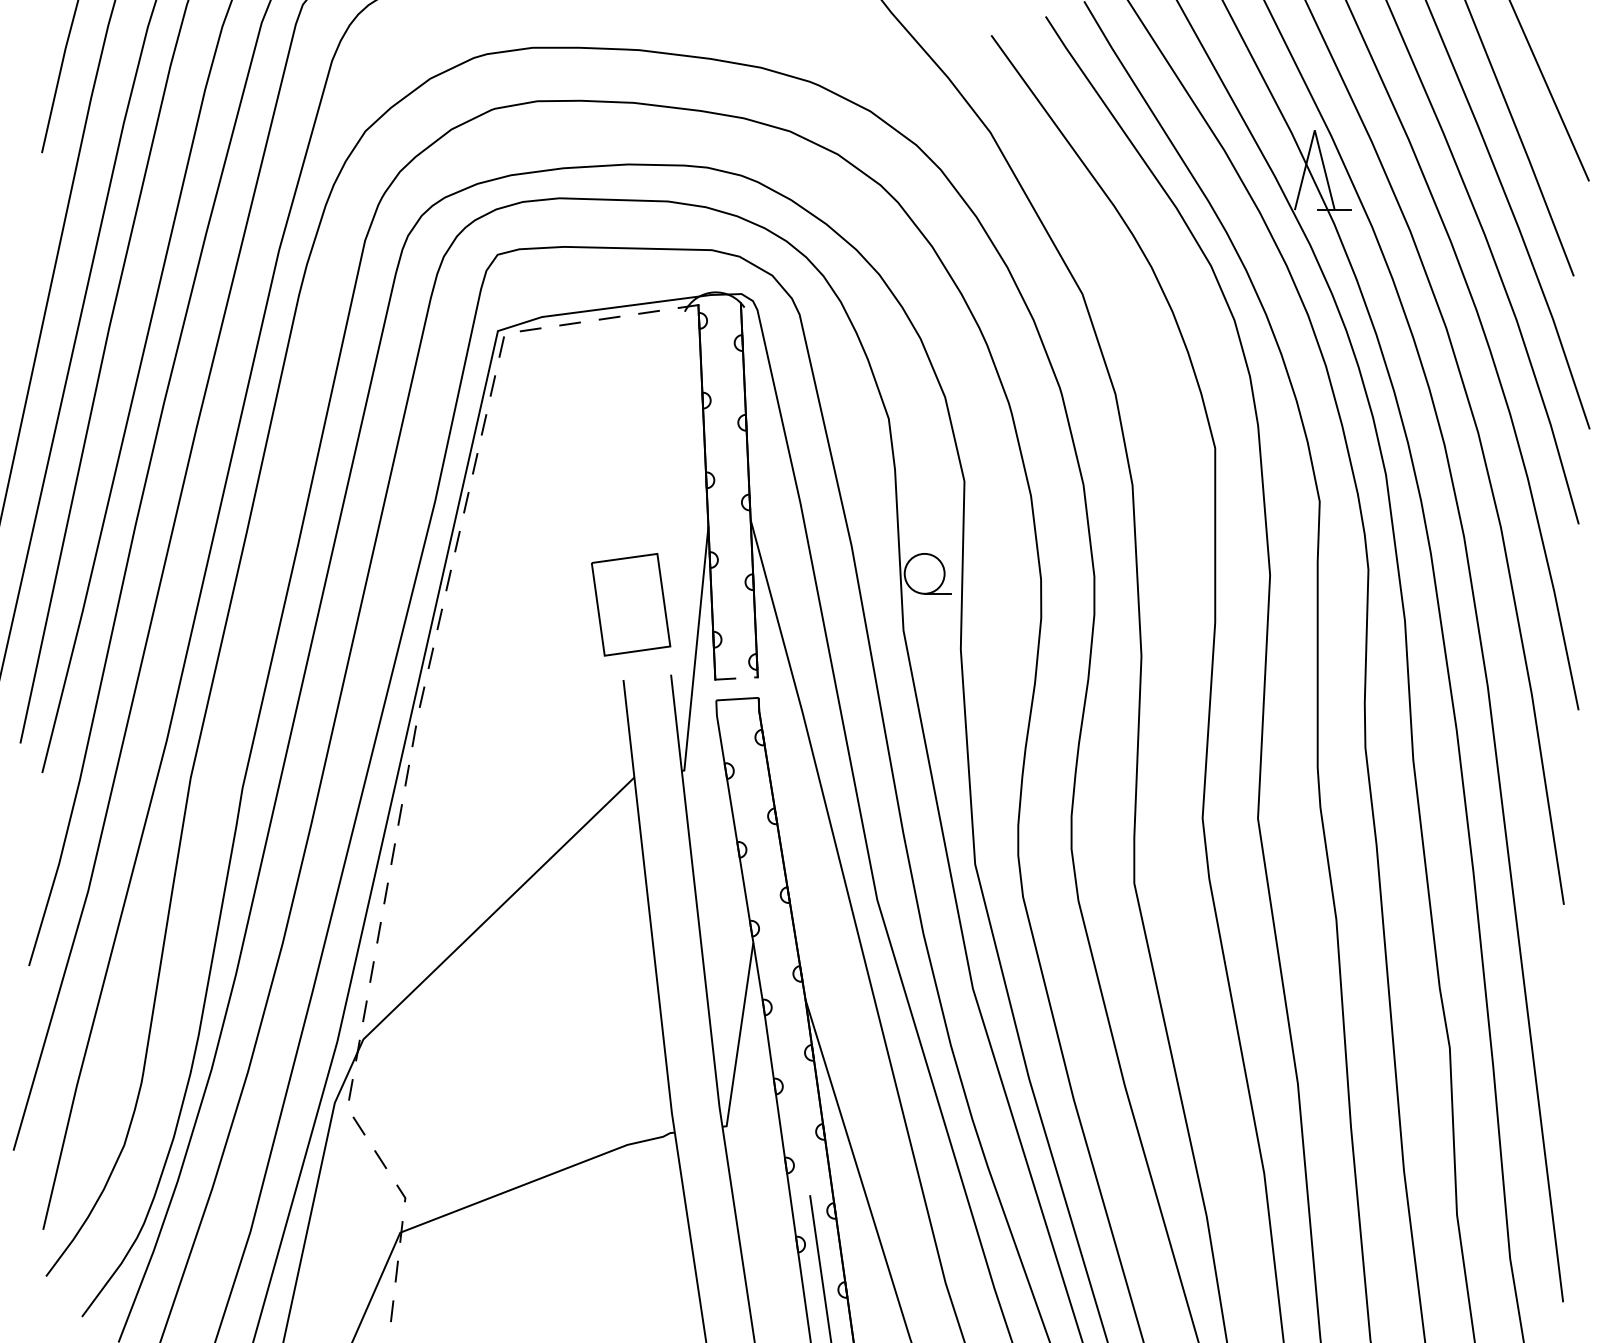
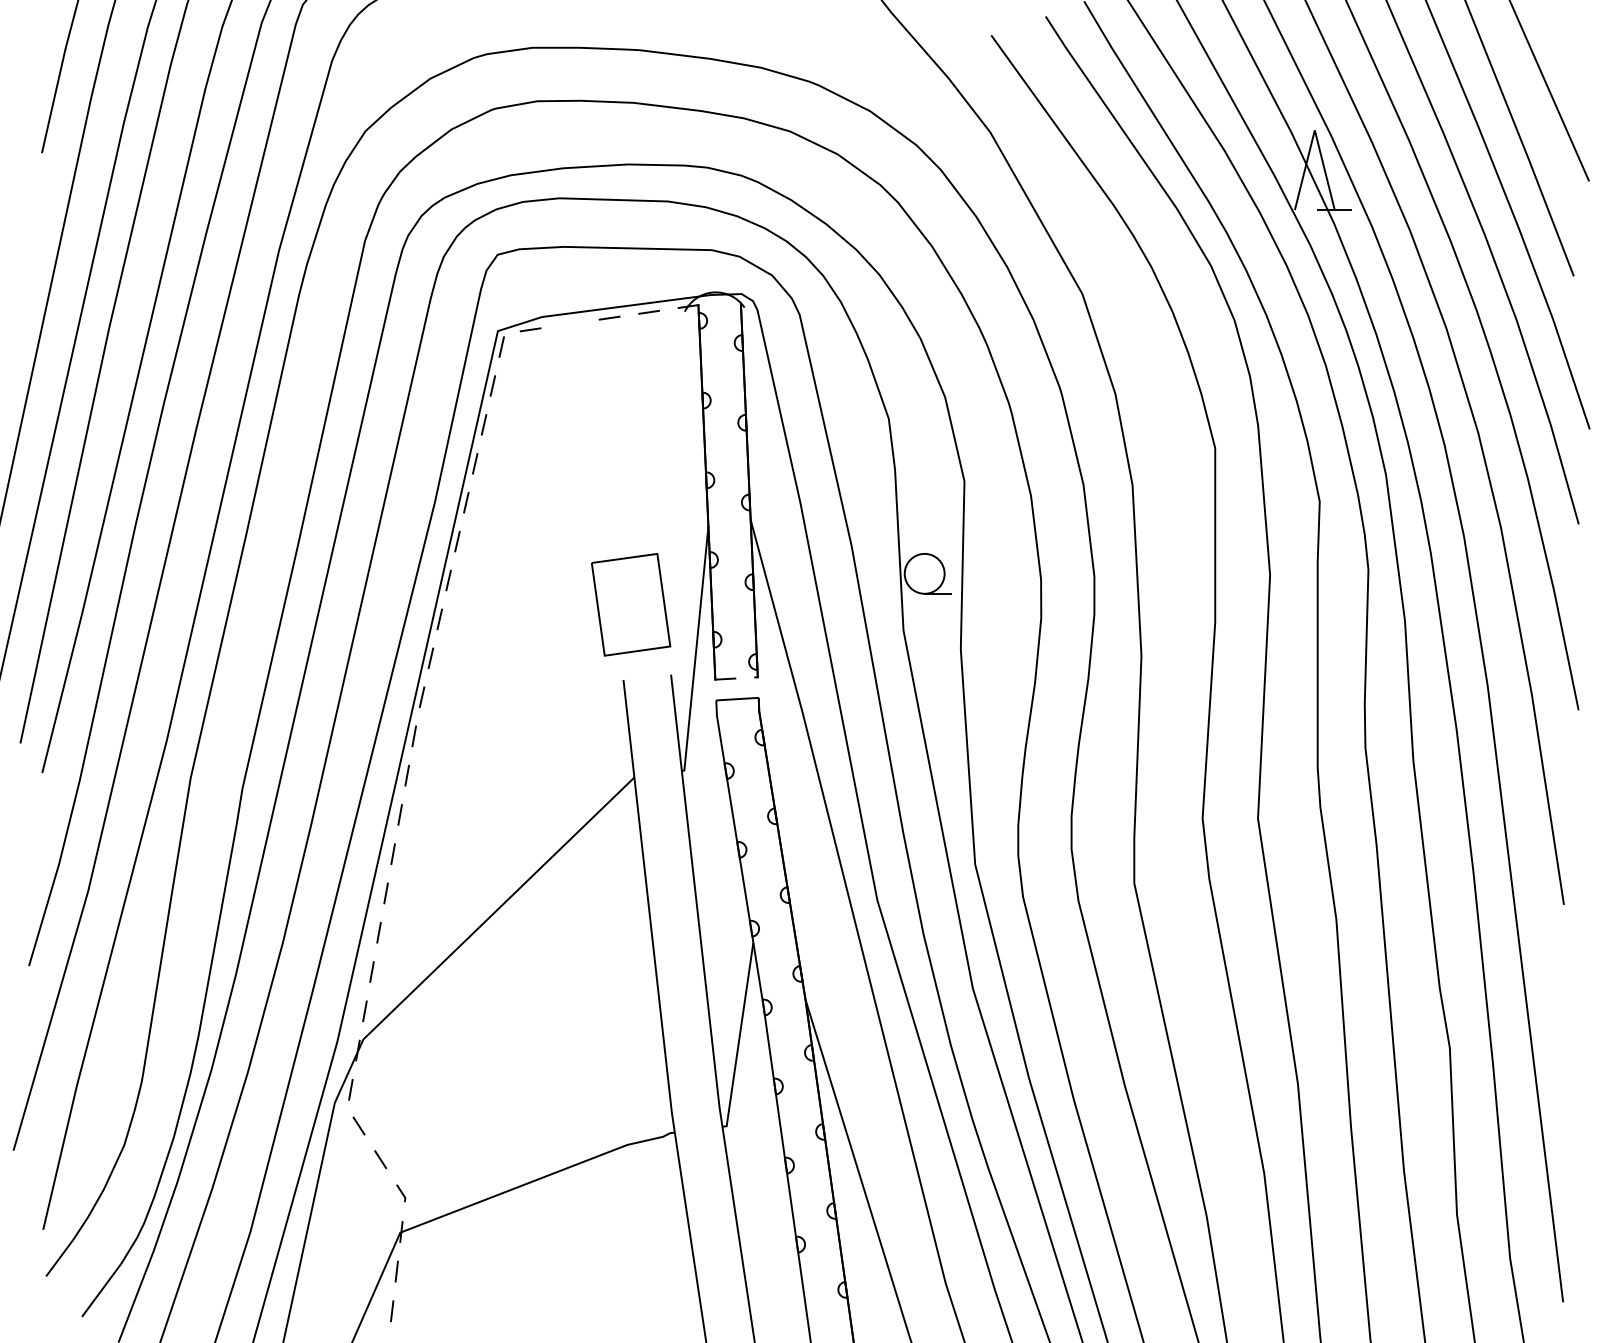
line at (569, 323): present -> none
line at (820, 1267): present -> none
